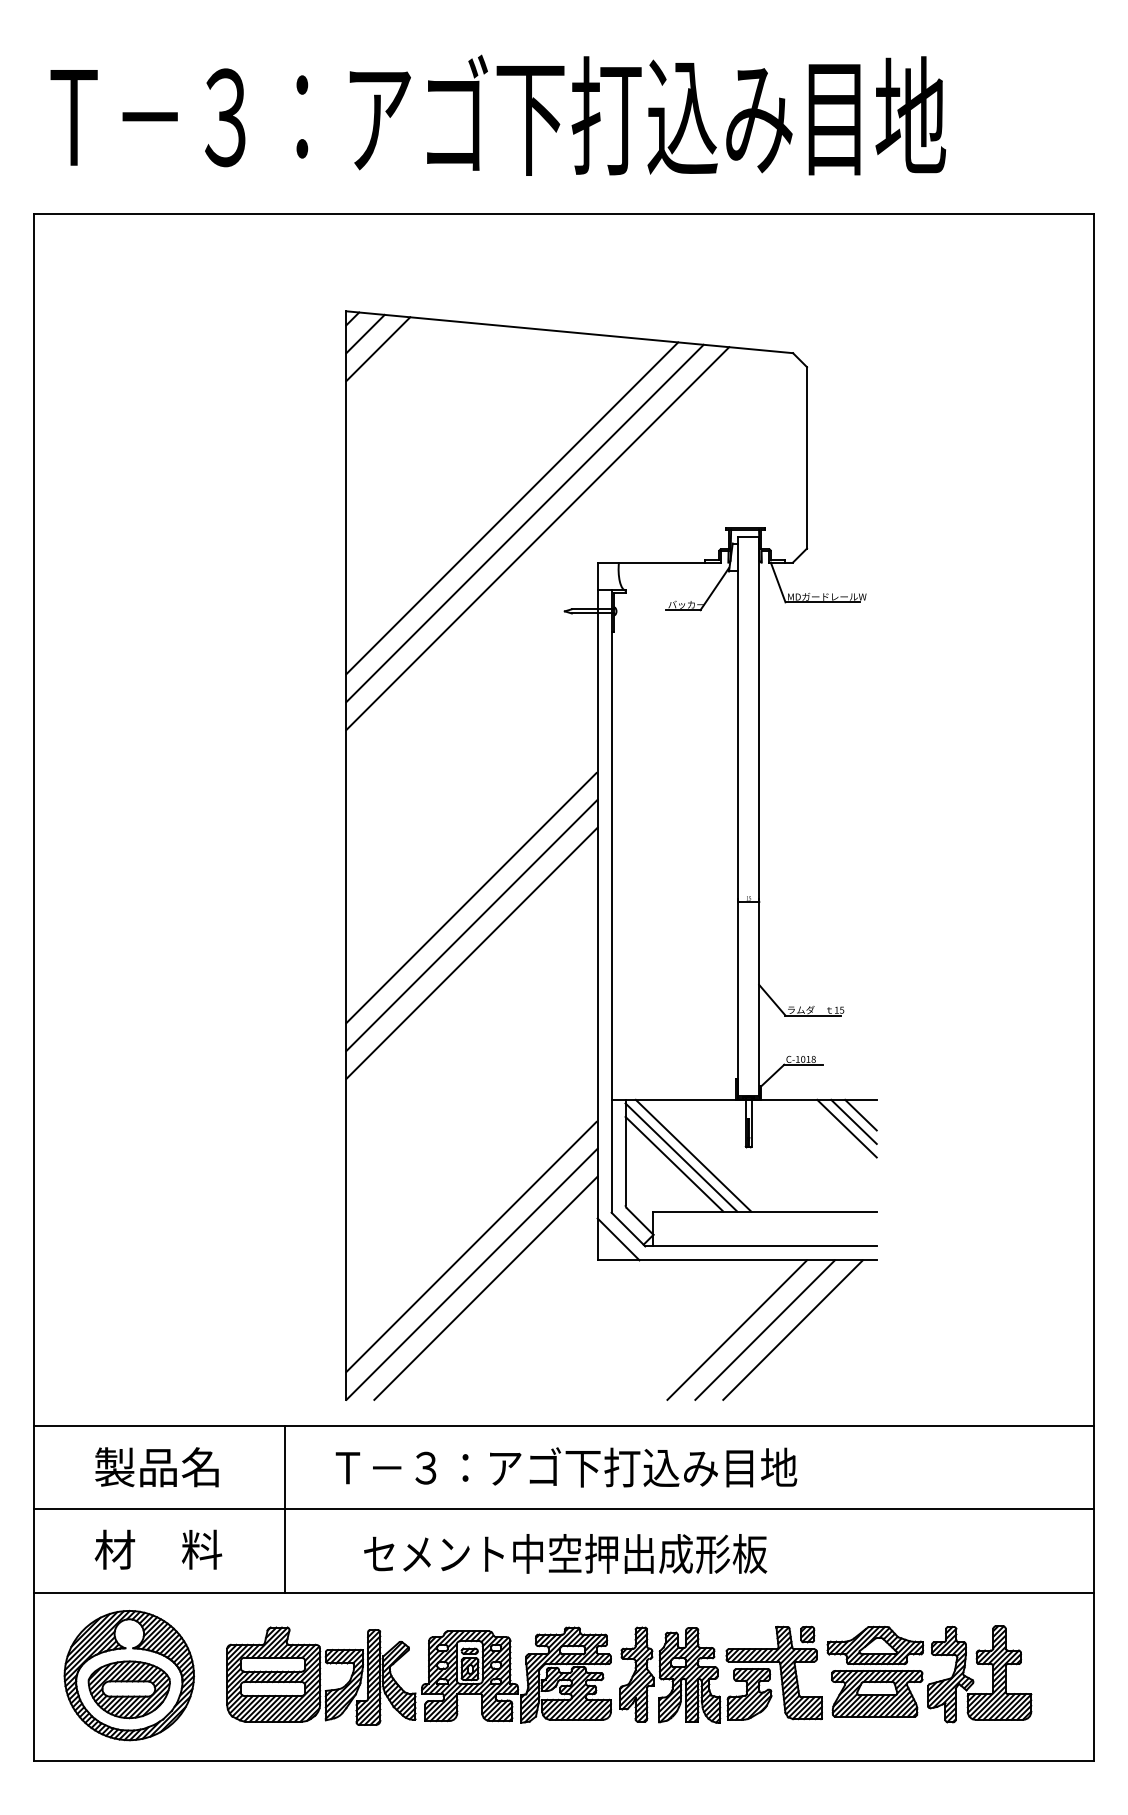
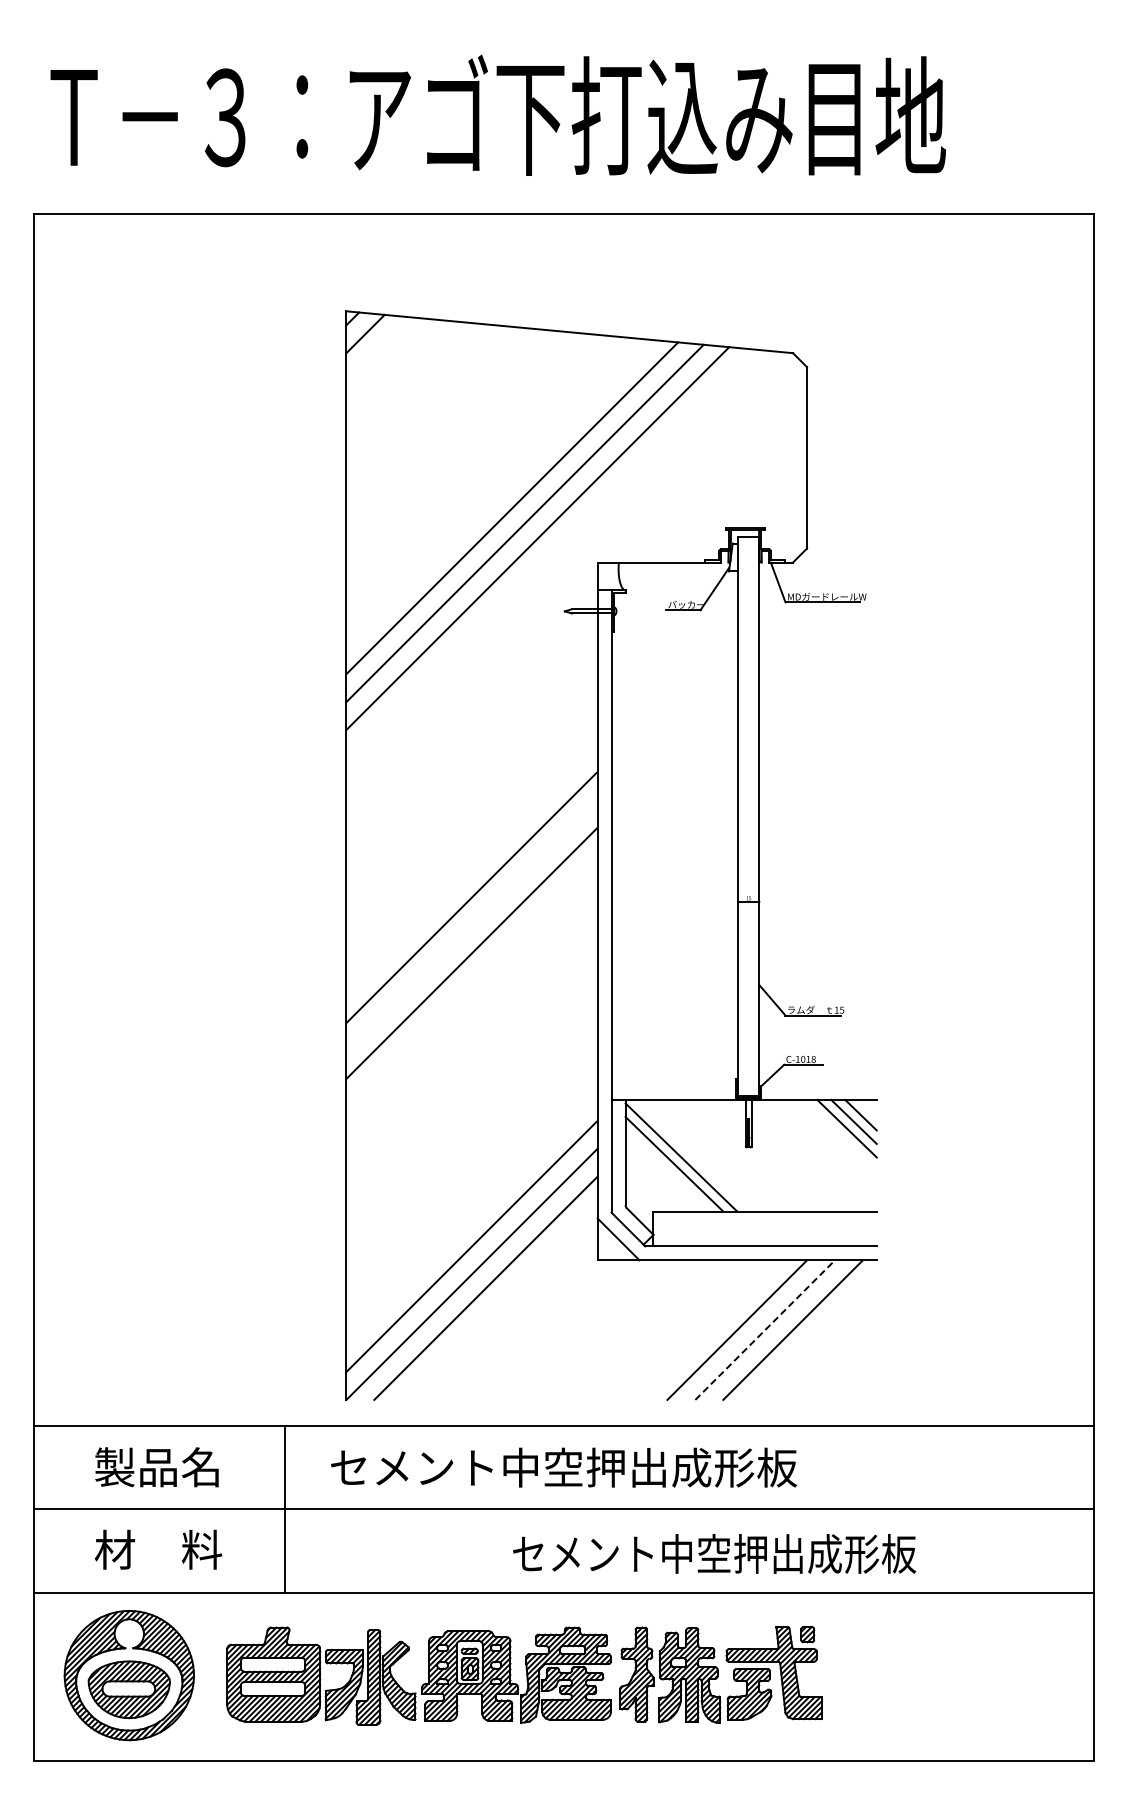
line at (378, 349): present -> none
line at (471, 925): present -> none
line at (693, 1155): present -> none
line at (765, 1330): solid -> dashed
text at (564, 1467): Ｔ－３：アゴ下打込み目地 -> セメント中空押出成形板
text at (565, 1553) position: (565, 1553) -> (714, 1553)
part at (929, 1674): present -> none
